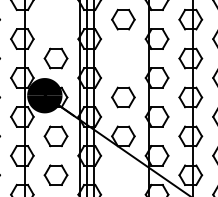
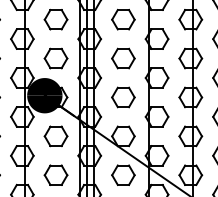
part at (55, 19): none -> present
part at (123, 58): none -> present
part at (123, 174): none -> present
